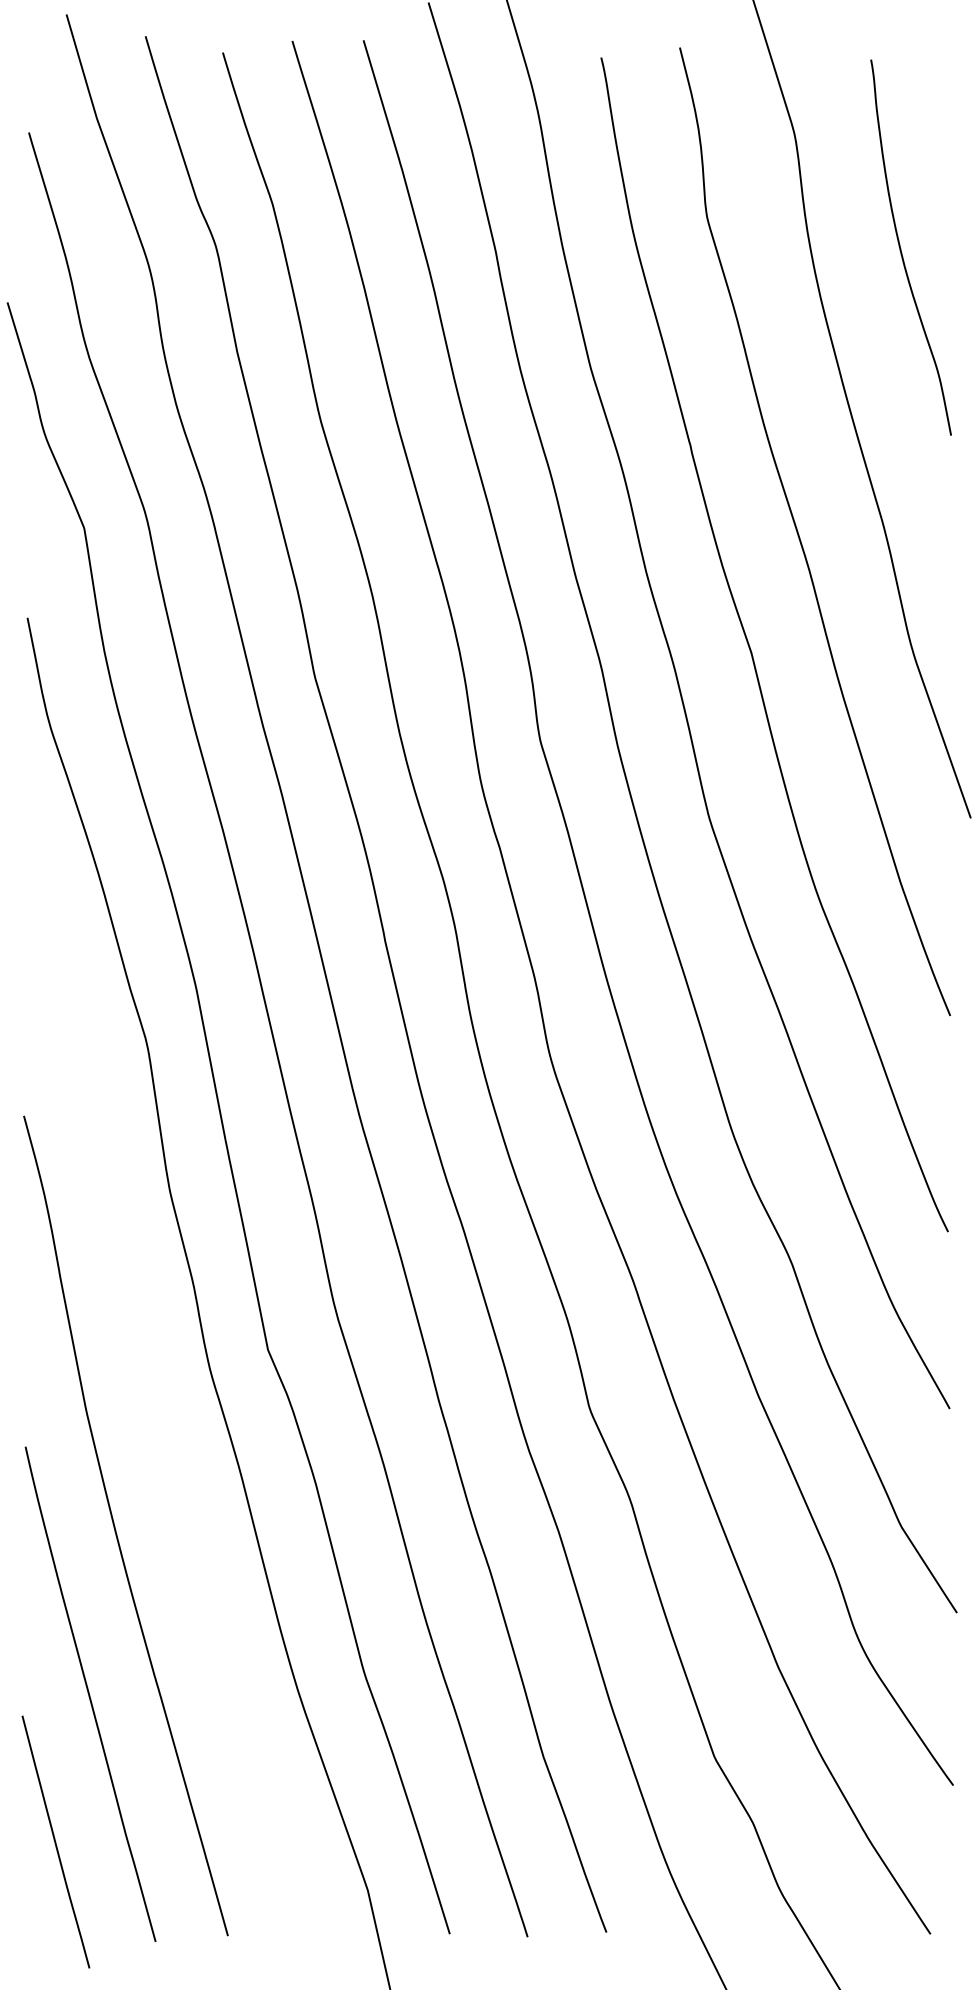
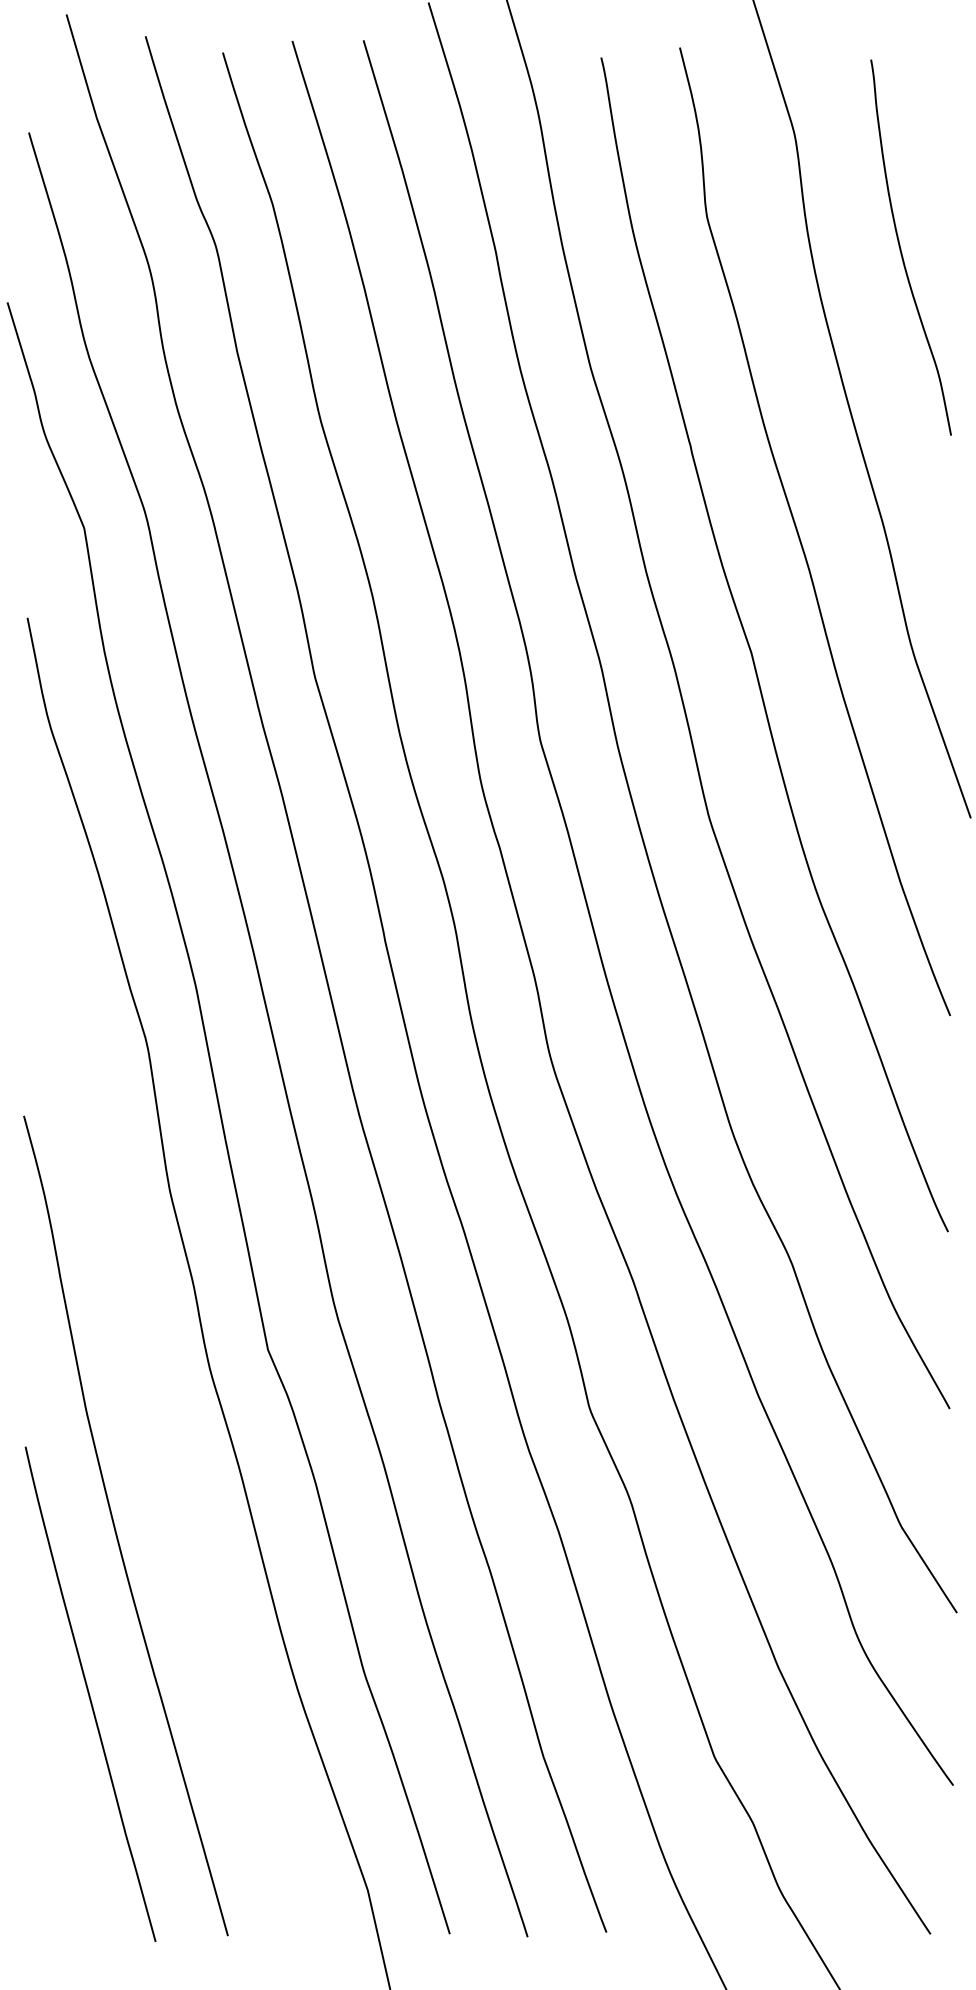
curve at (55, 1841): present -> none
